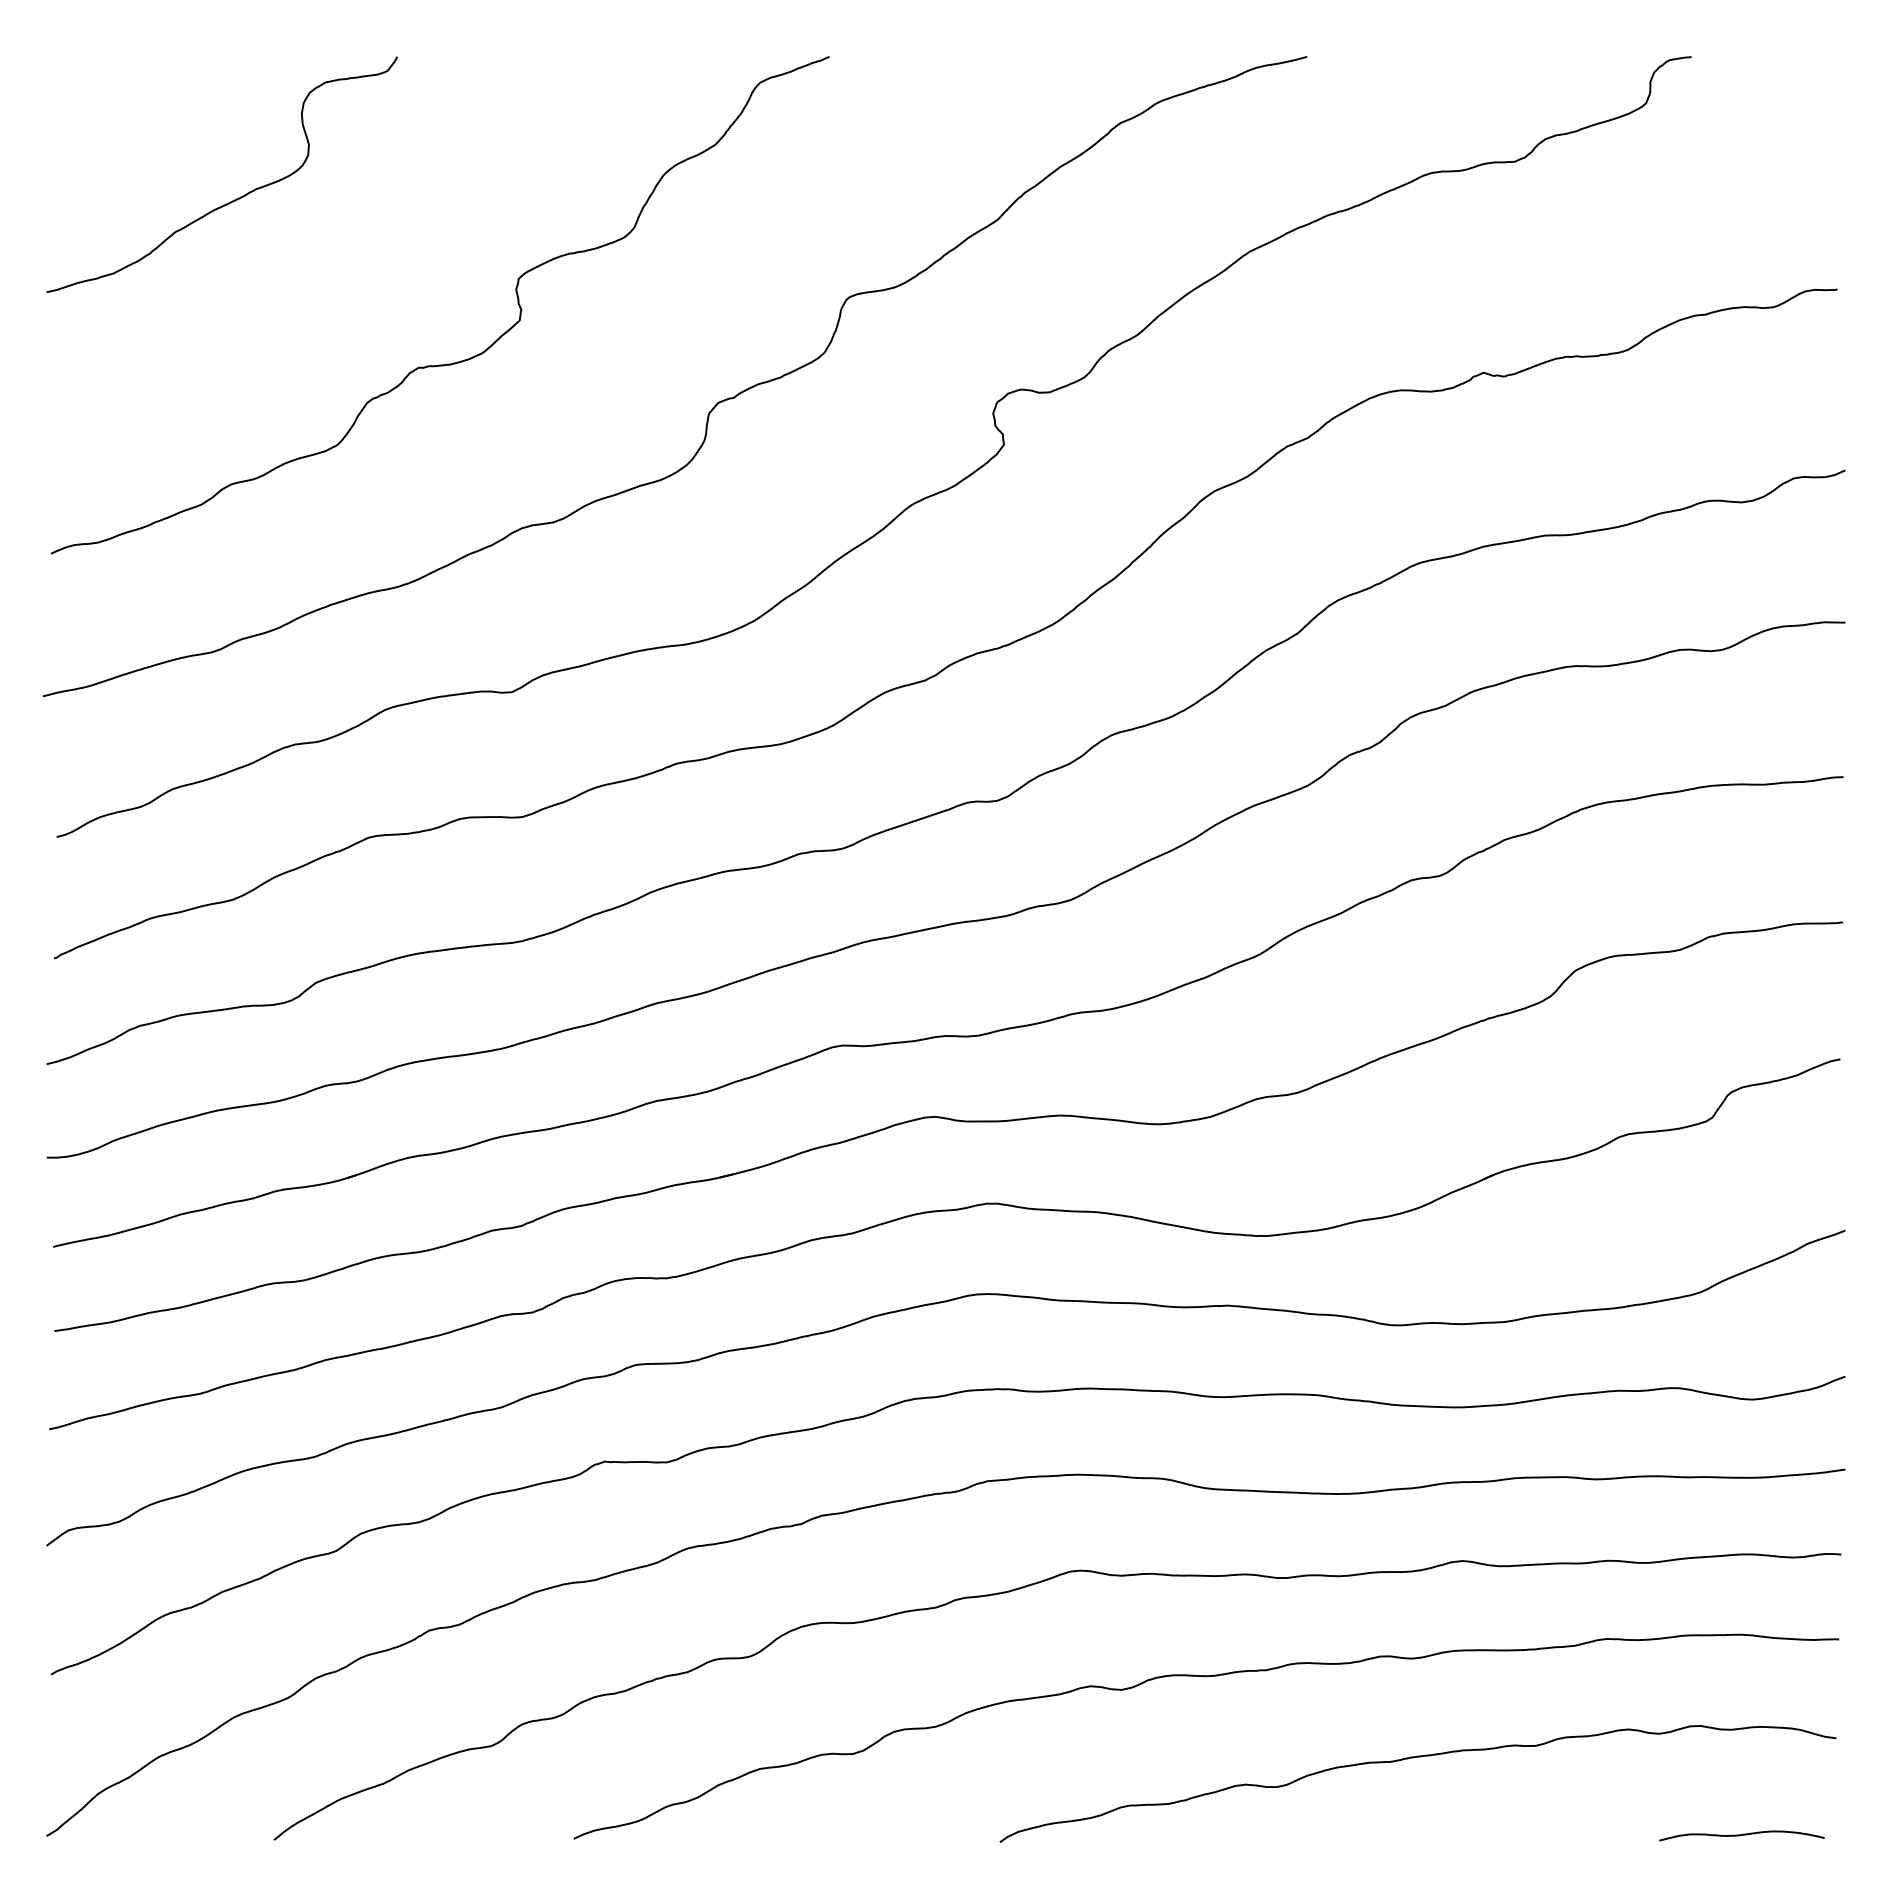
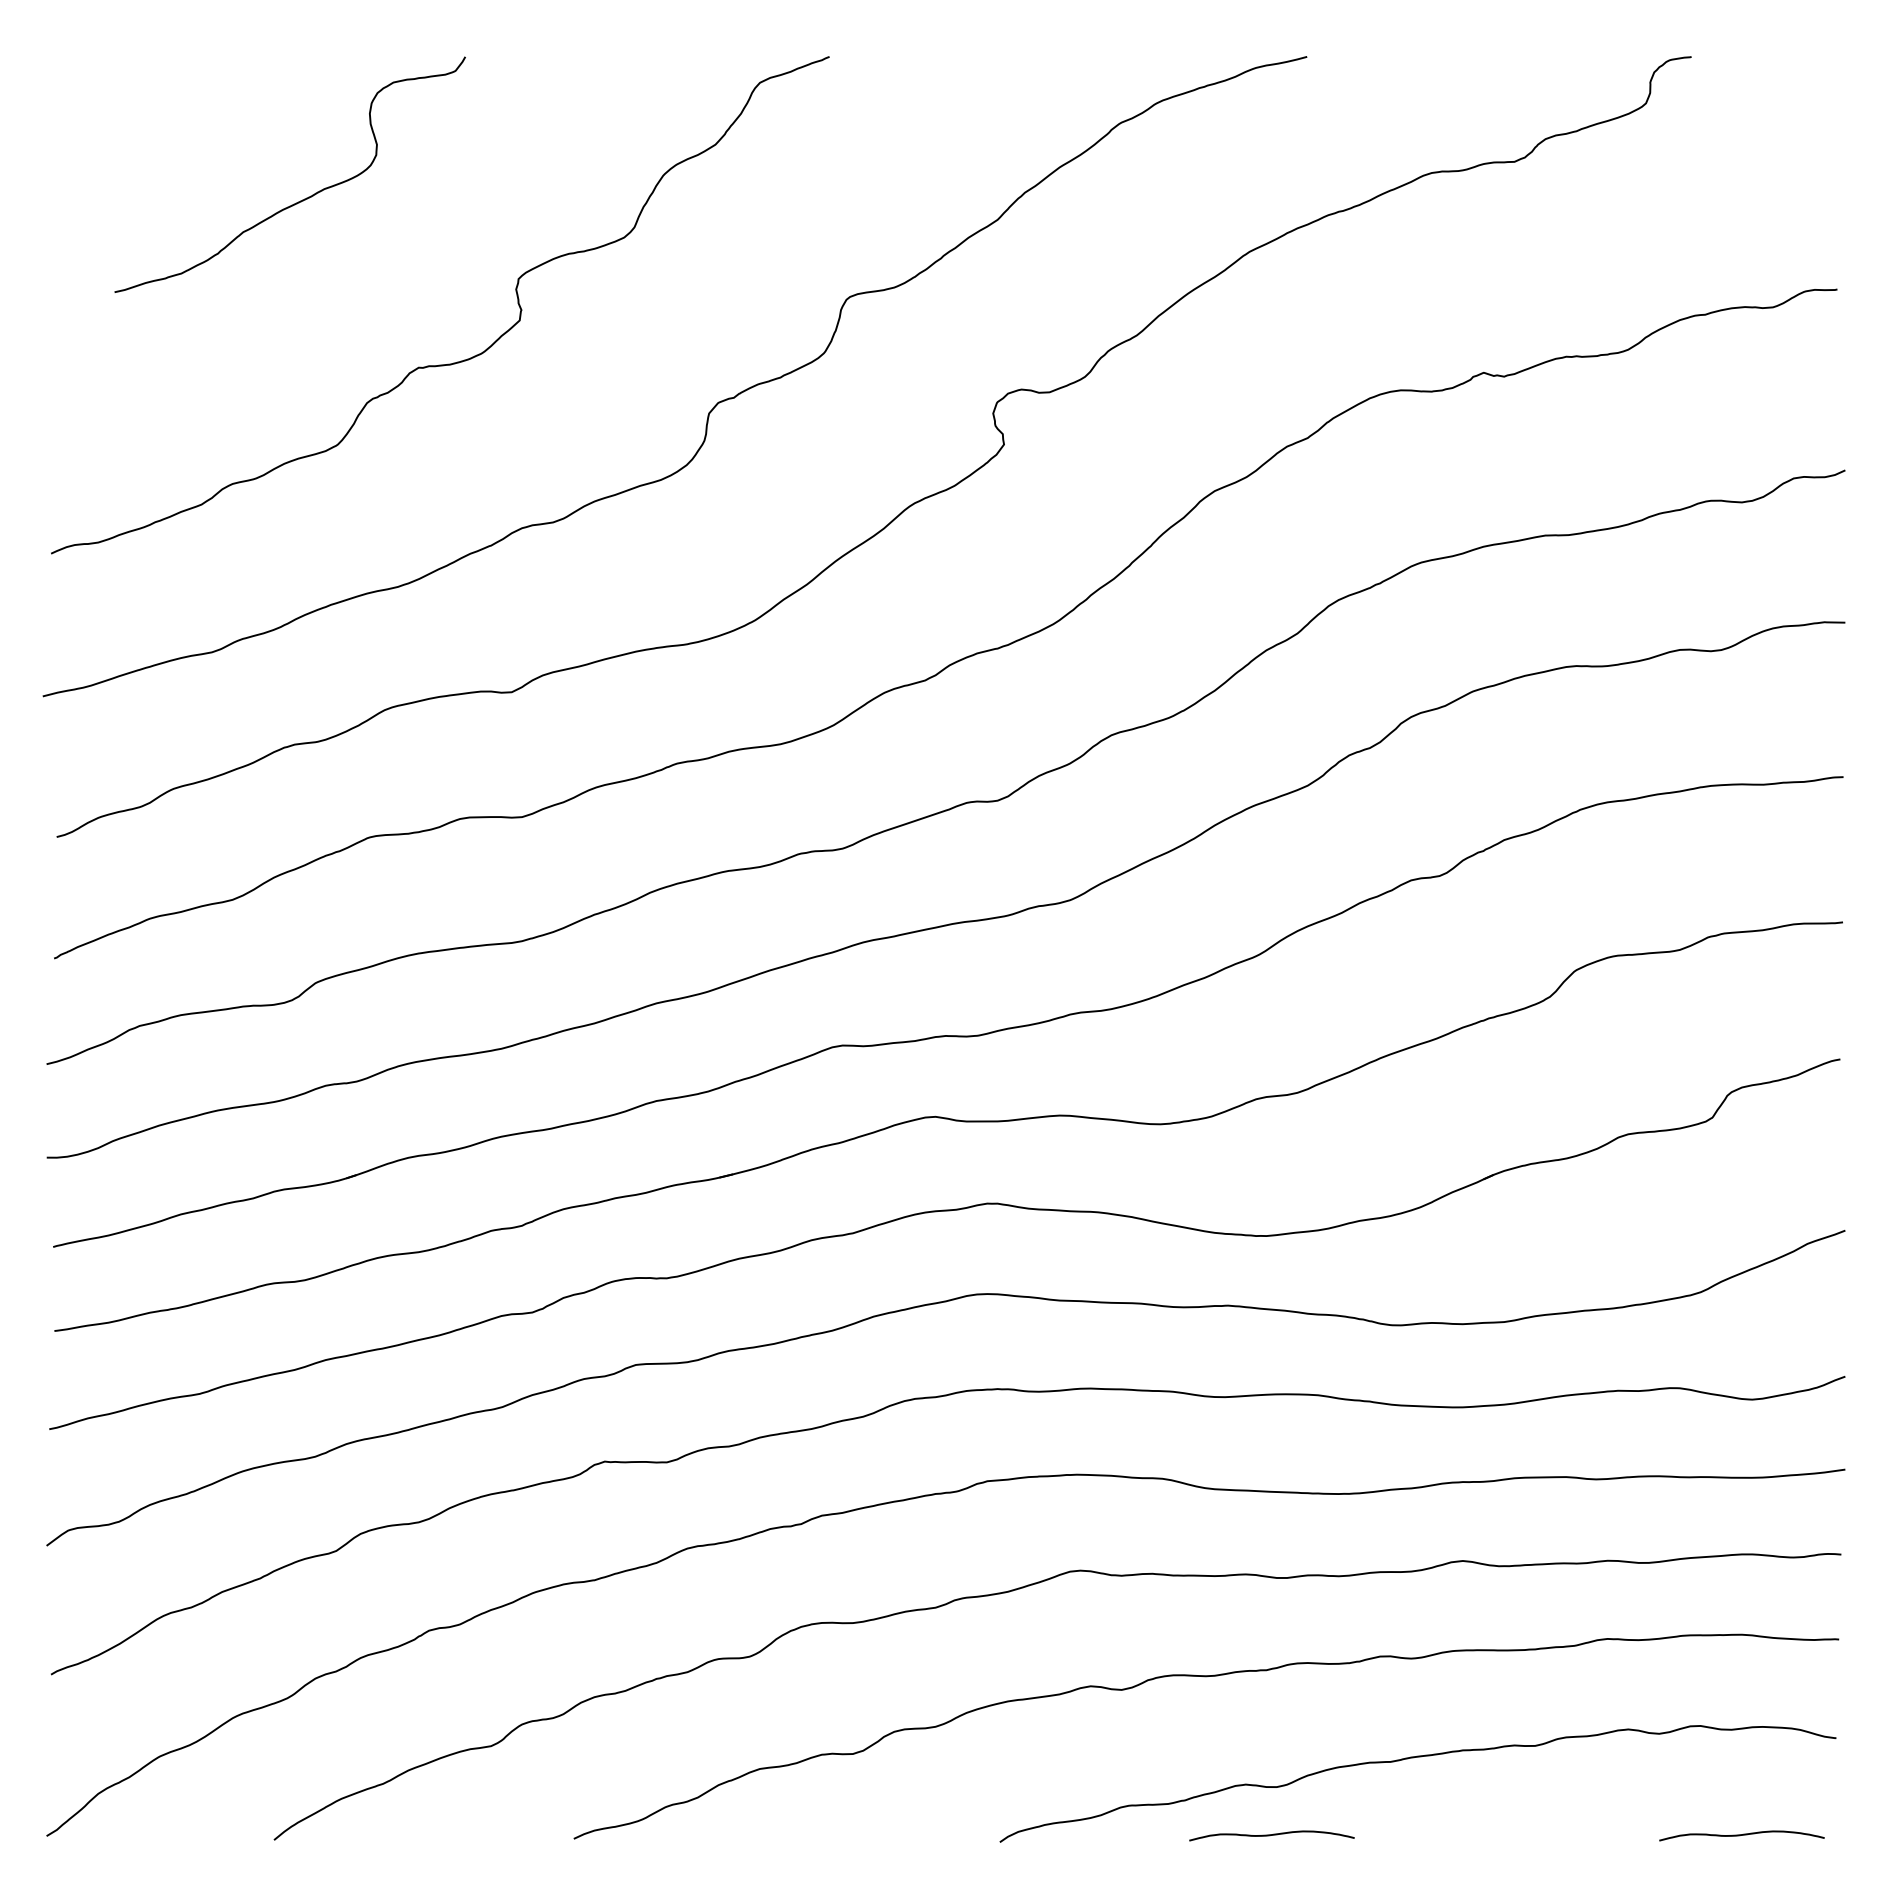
curve at (234, 199) position: (234, 199) -> (302, 199)
curve at (1271, 1835): none -> present
